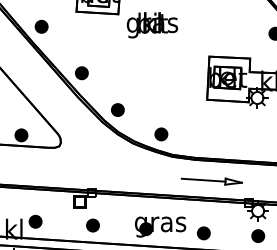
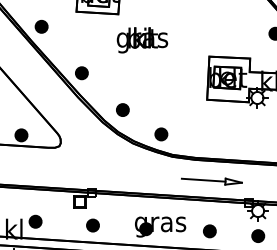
text at (152, 25) position: (152, 25) -> (142, 40)
part at (117, 109) position: (117, 109) -> (122, 109)
part at (203, 233) position: (203, 233) -> (209, 231)
